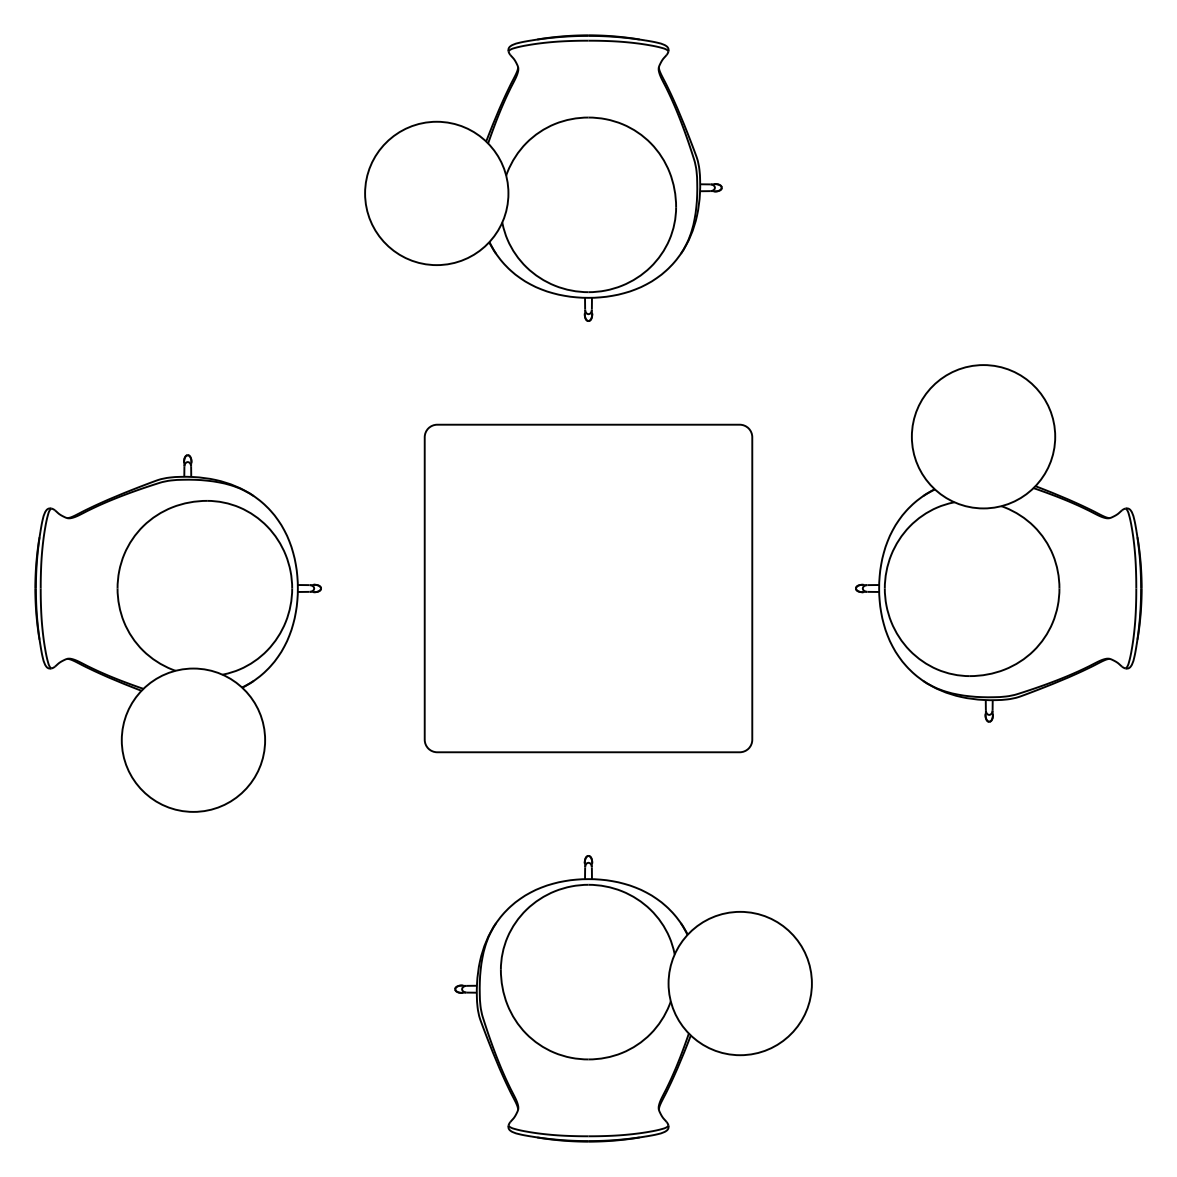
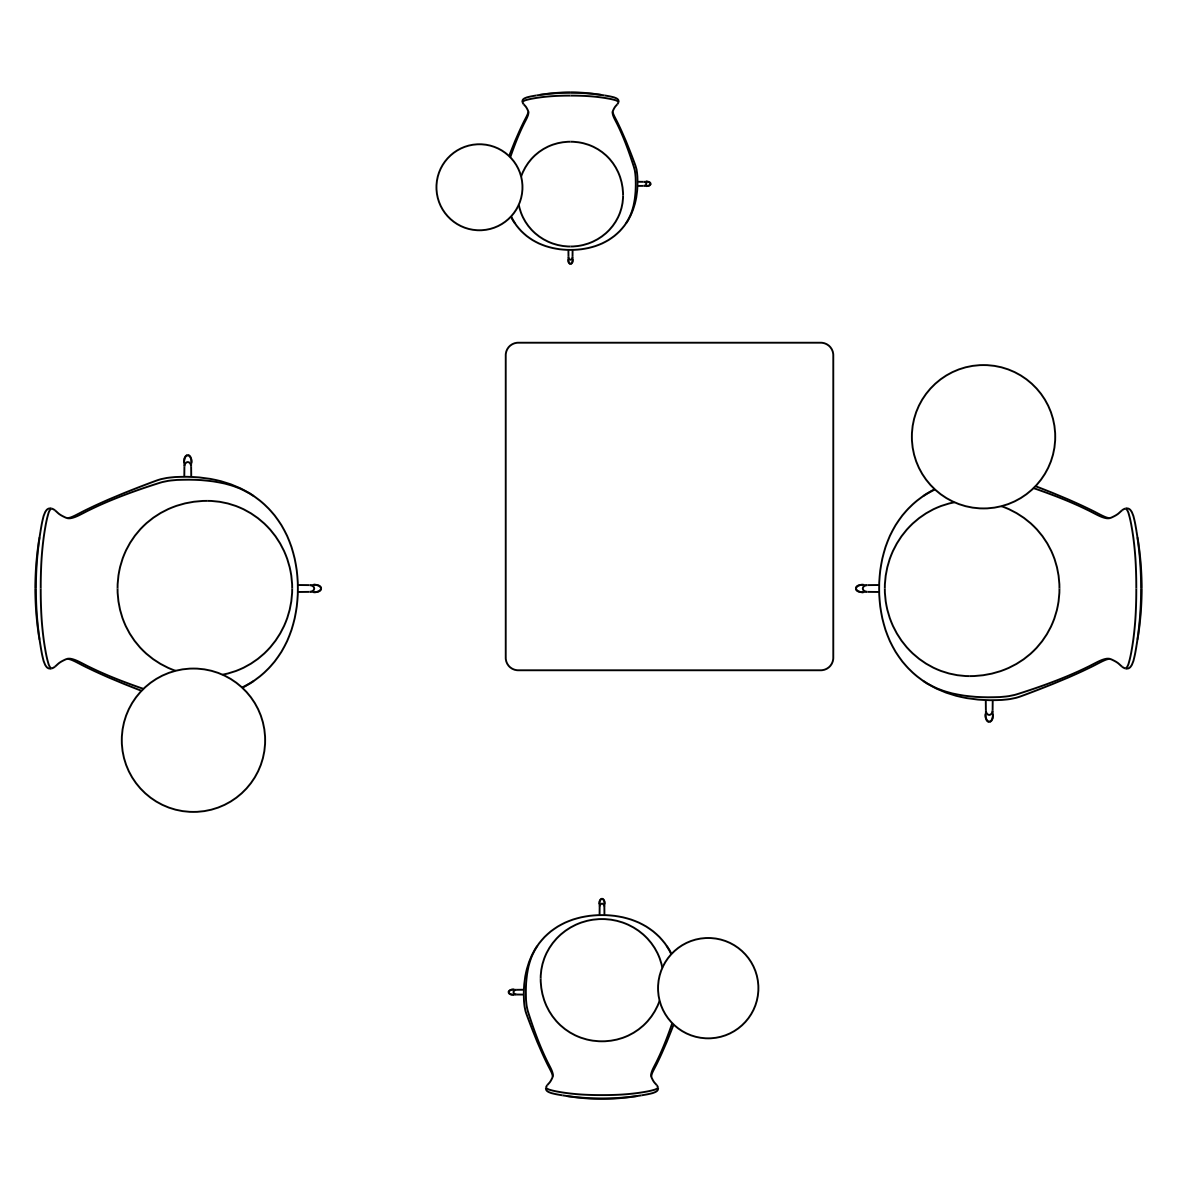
part at (543, 177) size: 359x288 px -> 217x174 px
part at (588, 588) position: (588, 588) -> (669, 506)
part at (633, 998) size: 359x288 px -> 253x202 px
